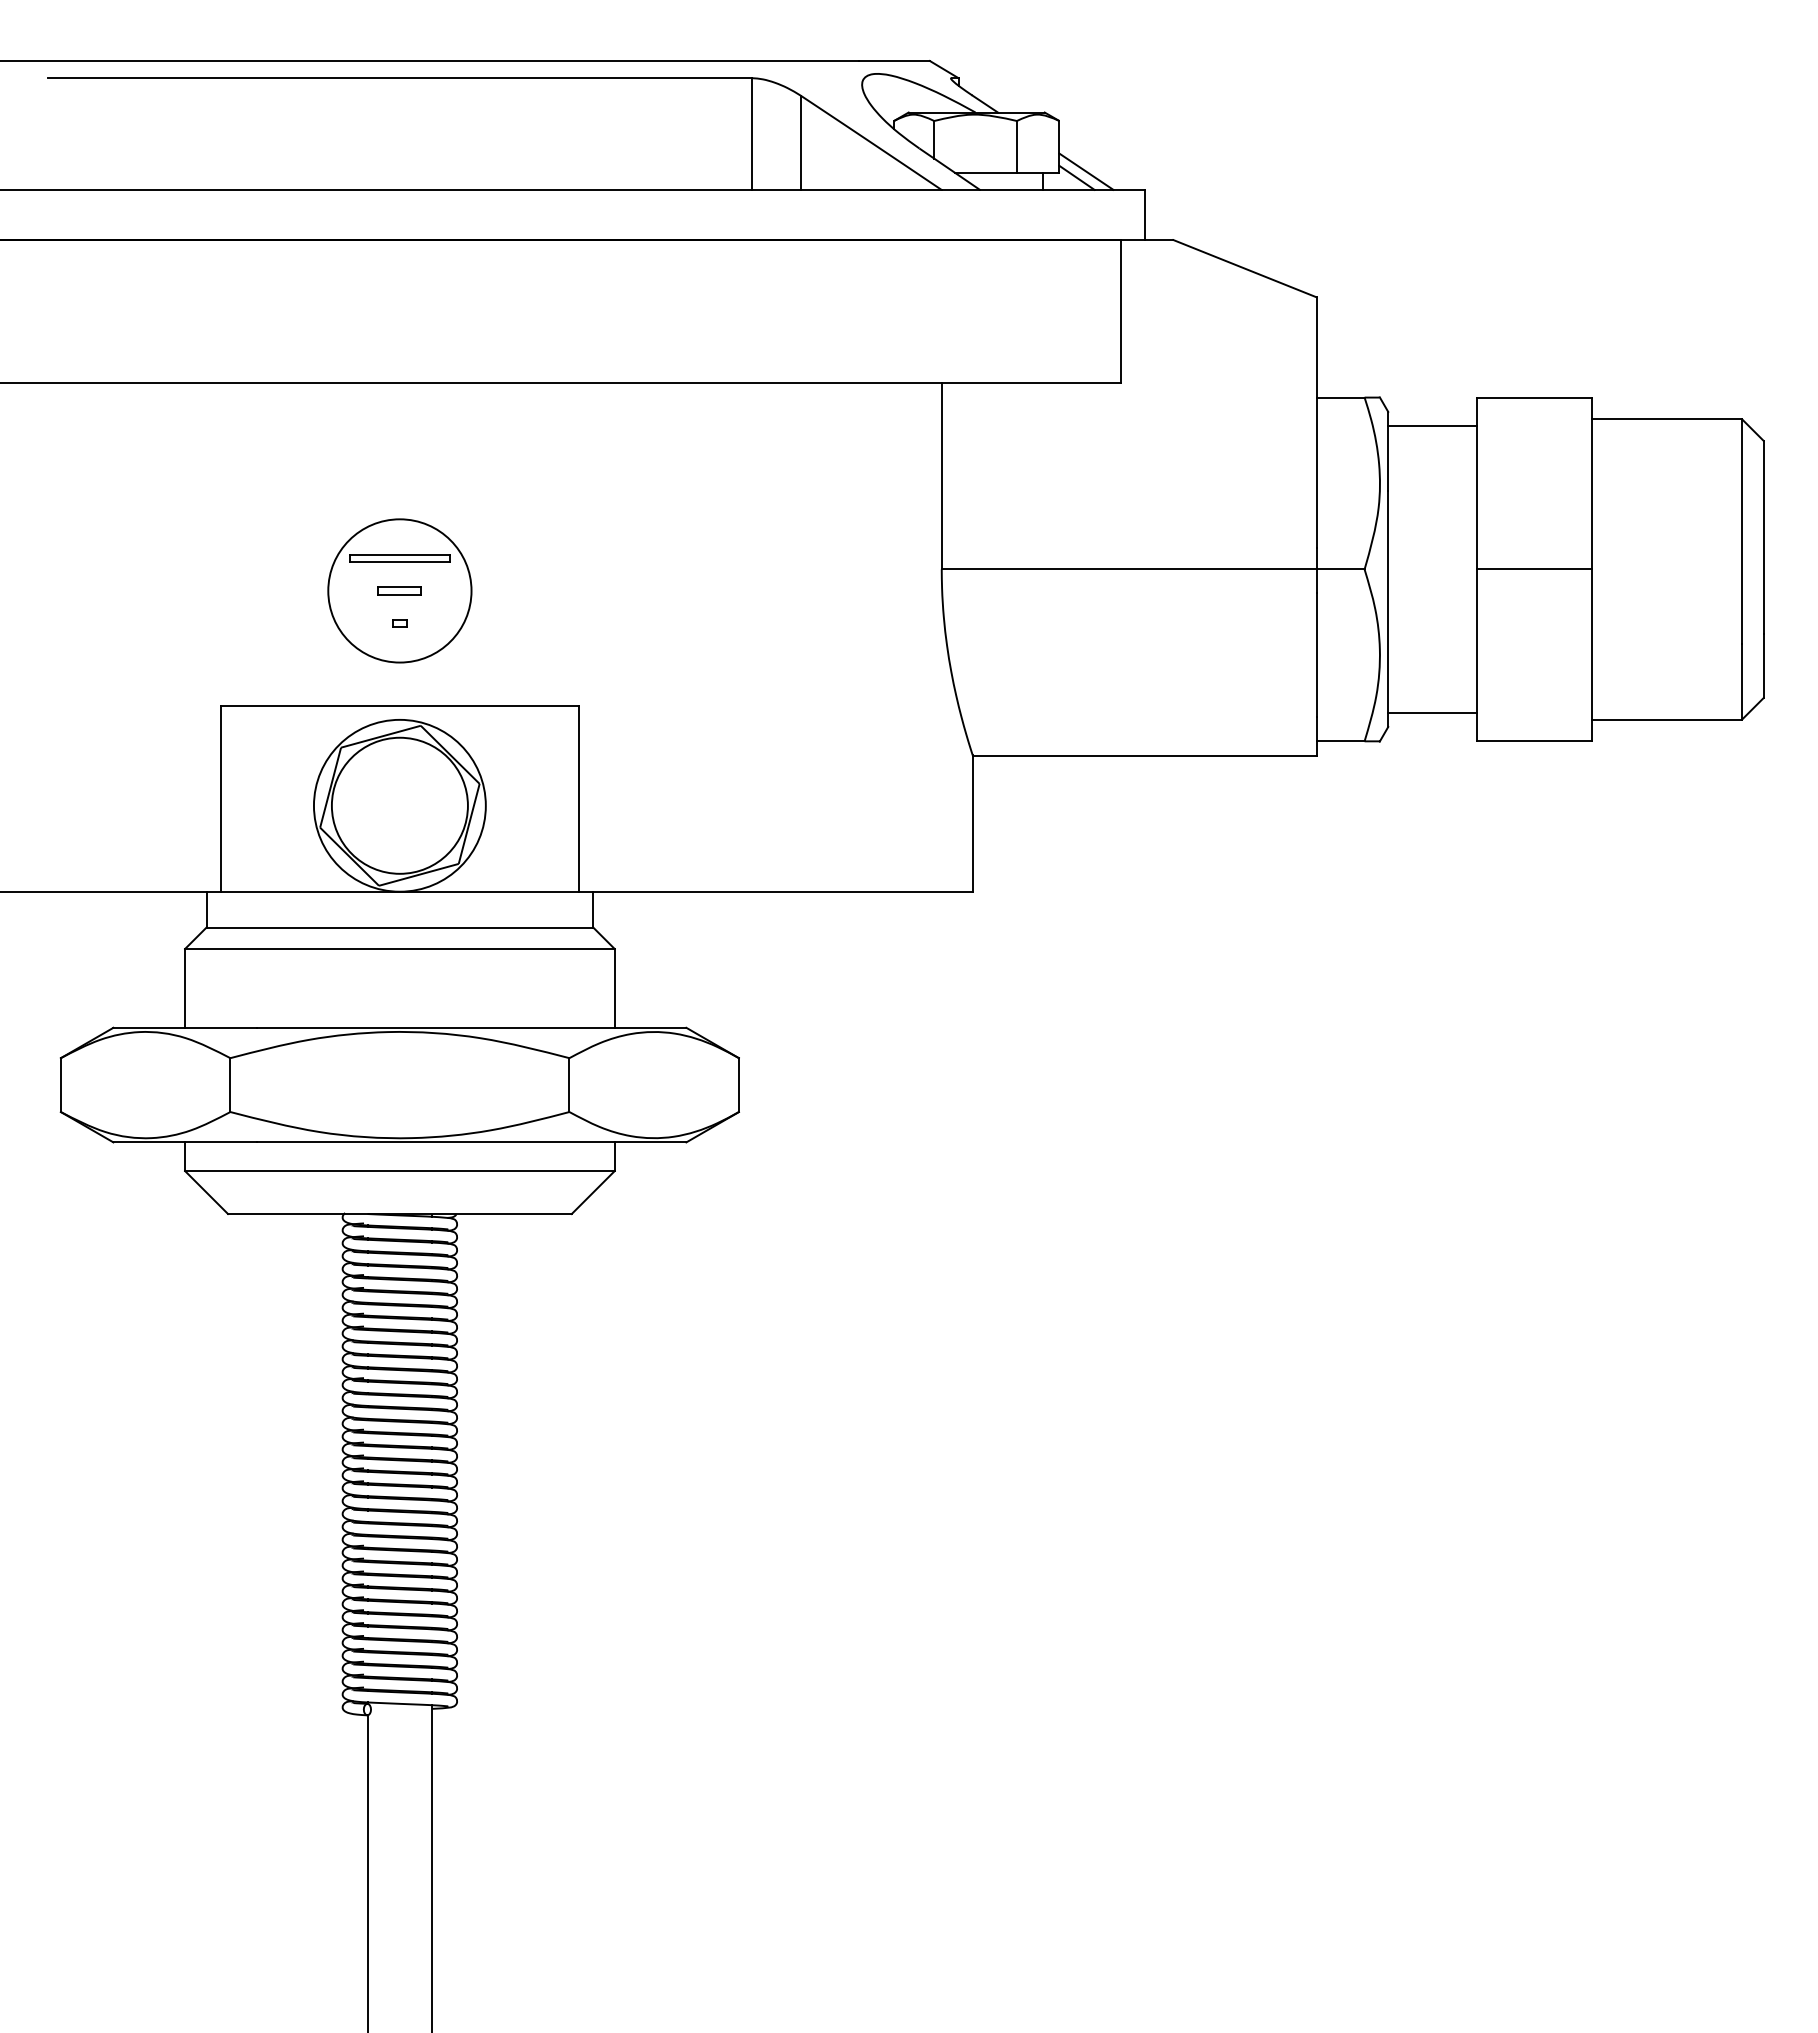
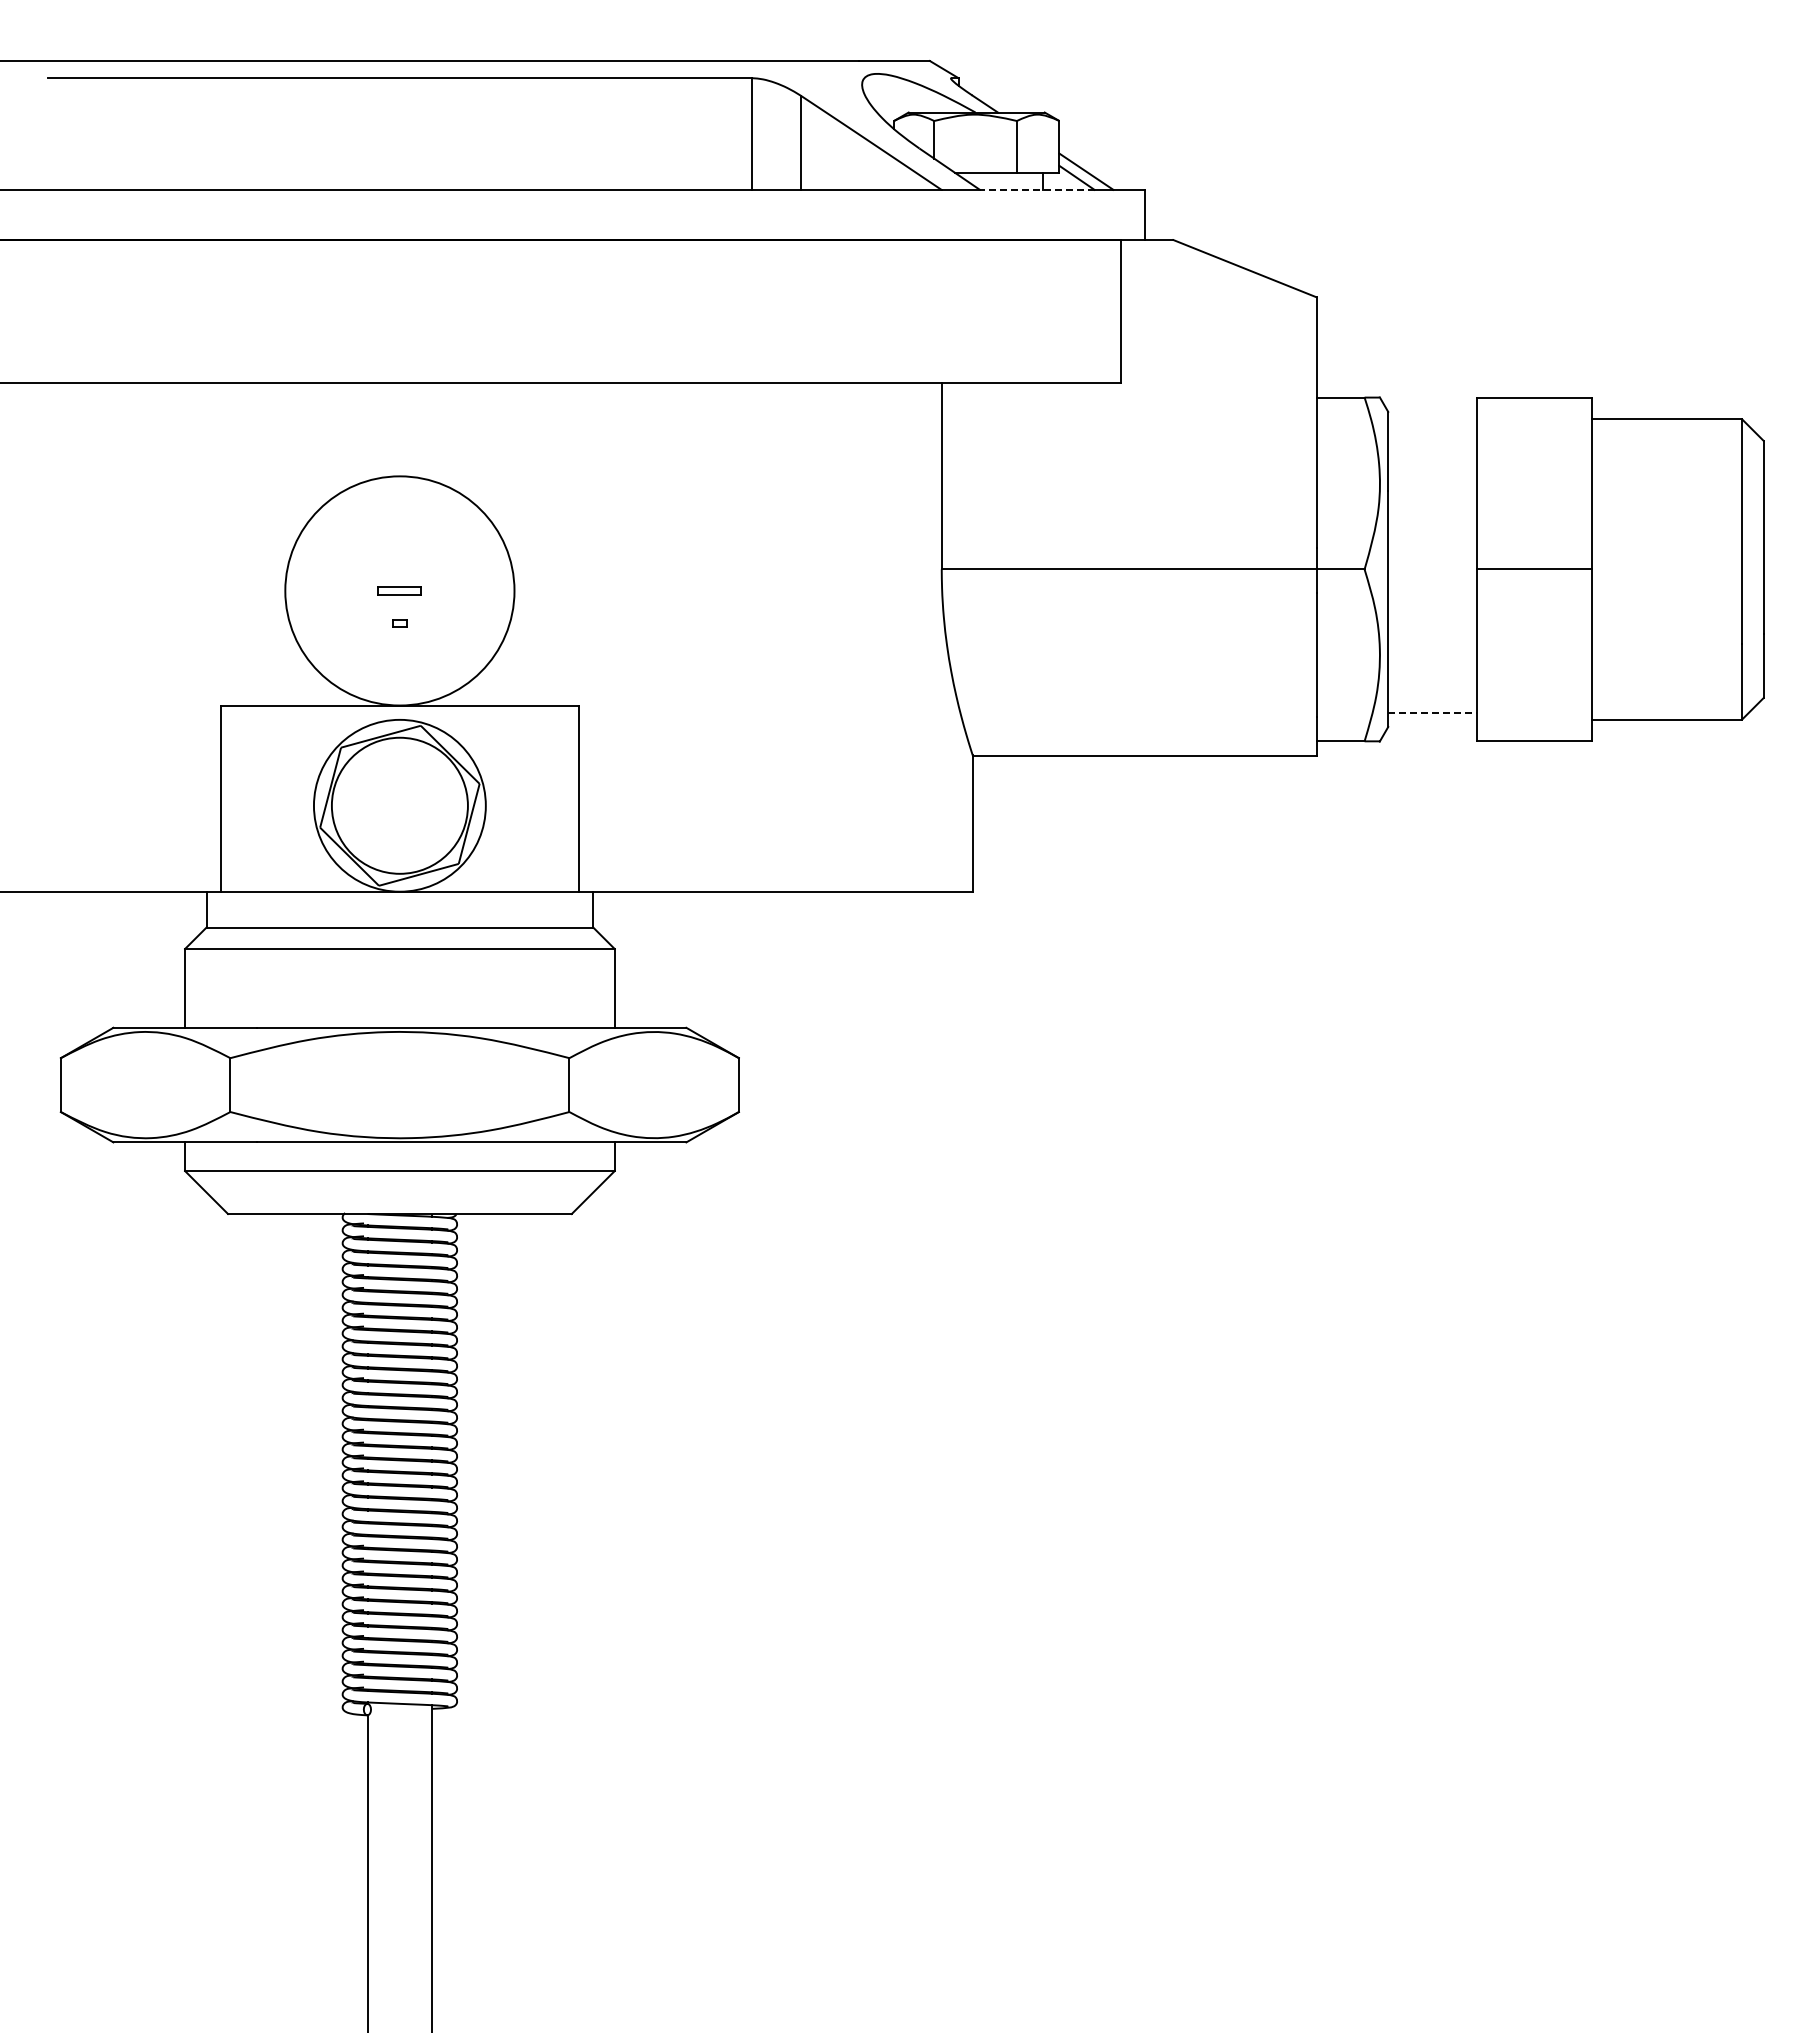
line at (1036, 189): solid -> dashed
line at (1432, 426): present -> none
part at (399, 558): present -> none
circle at (399, 590) diameter: 143 px -> 229 px
line at (1433, 712): solid -> dashed
